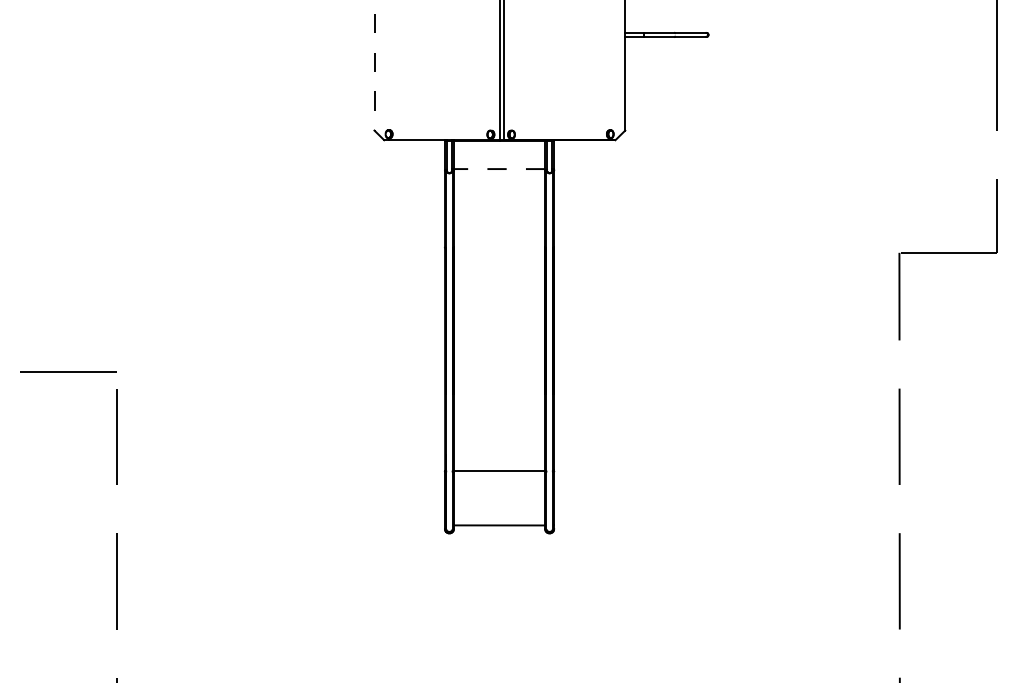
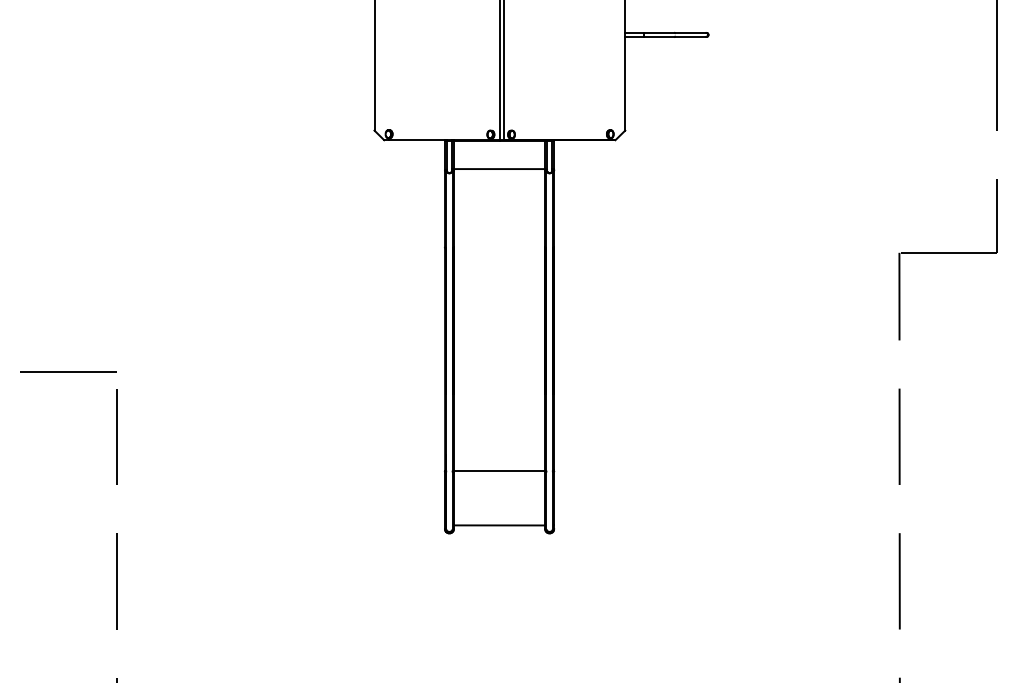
line at (374, 65): dashed -> solid
line at (499, 169): dashed -> solid
